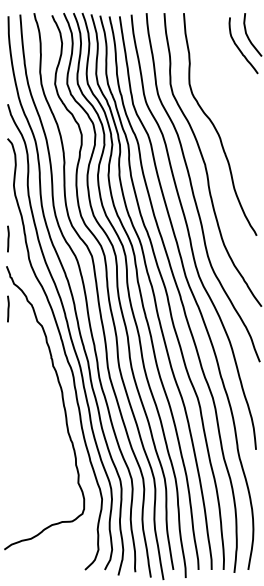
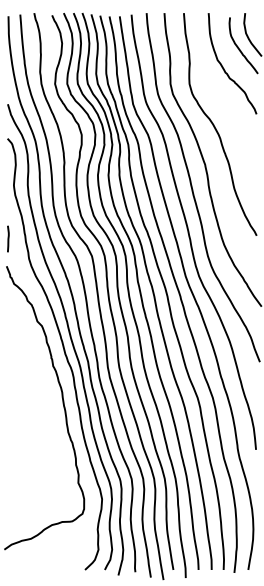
curve at (224, 68): none -> present
line at (8, 308): present -> none
